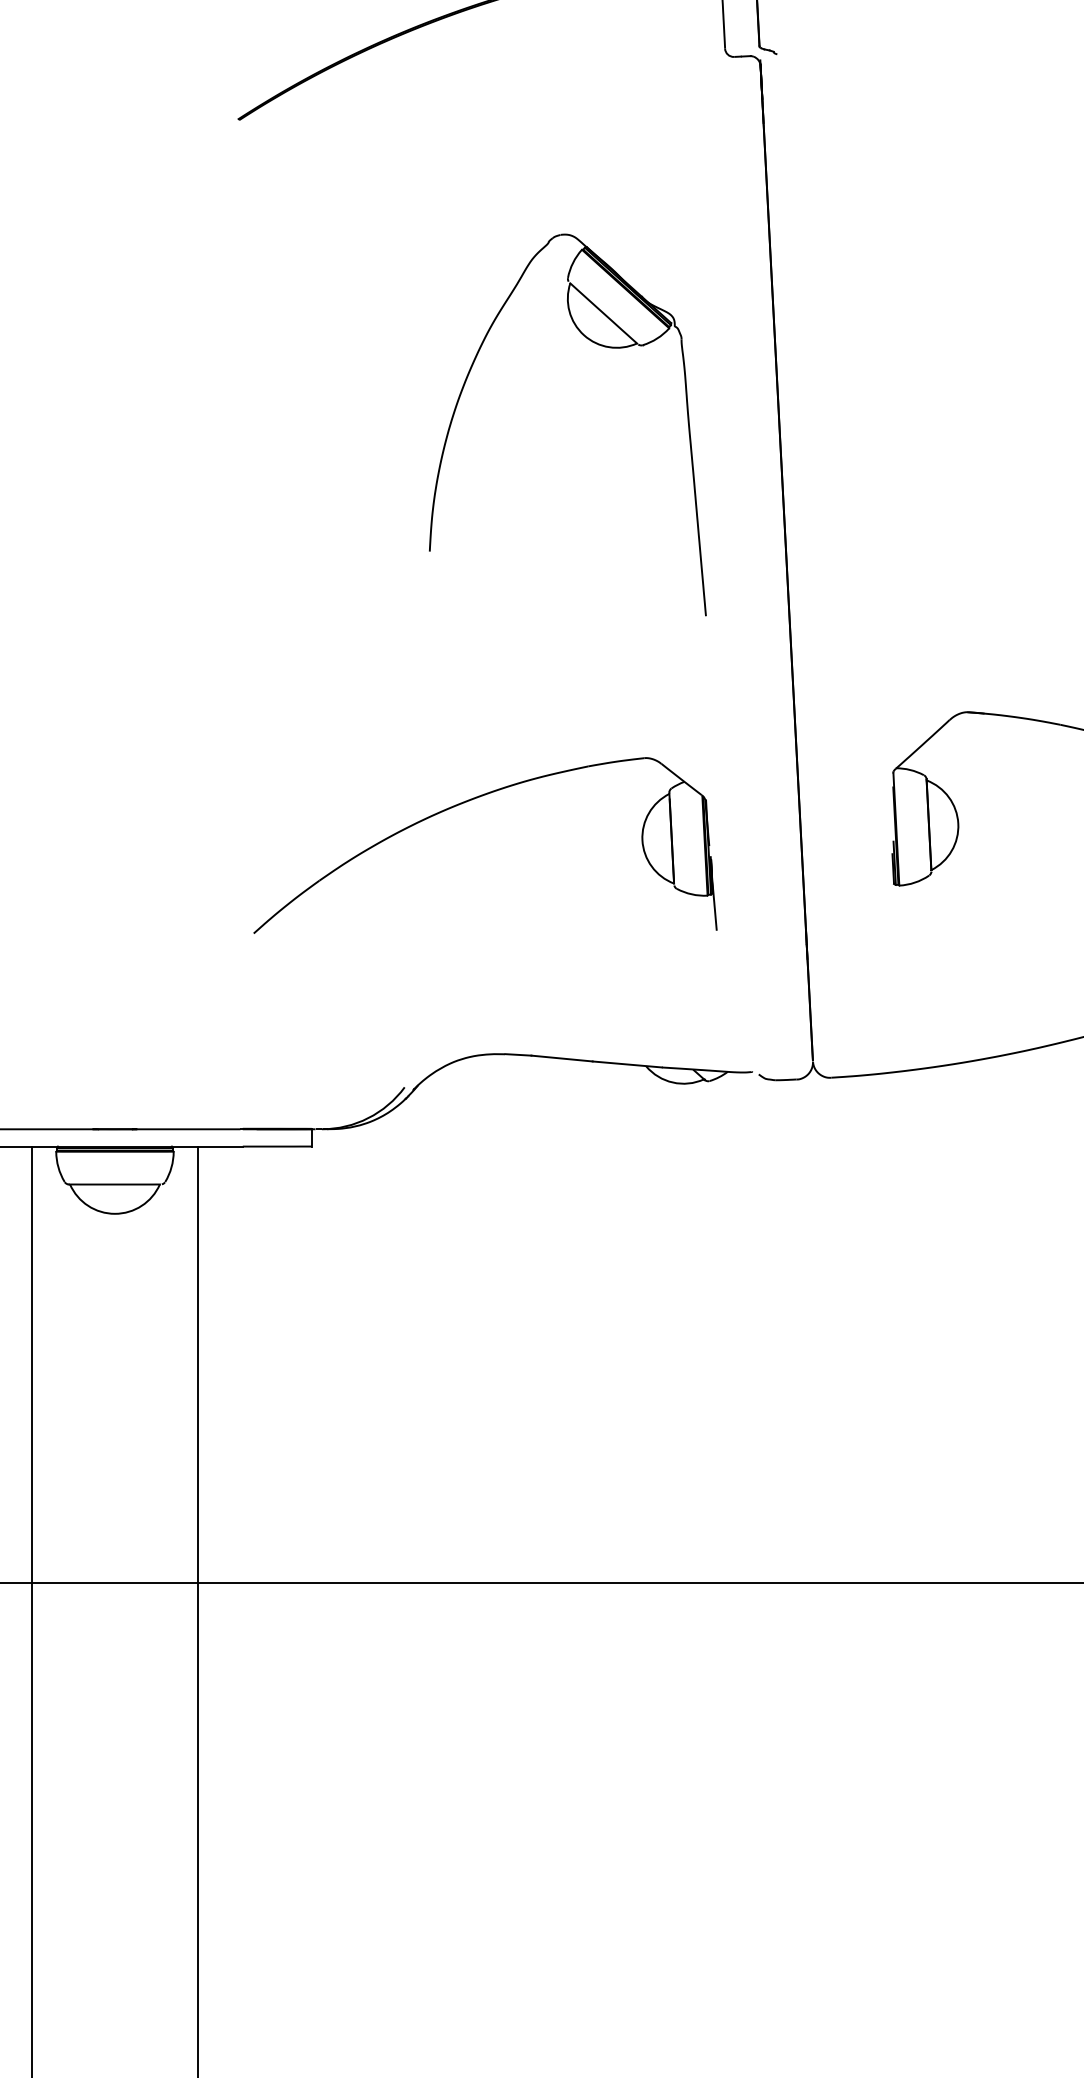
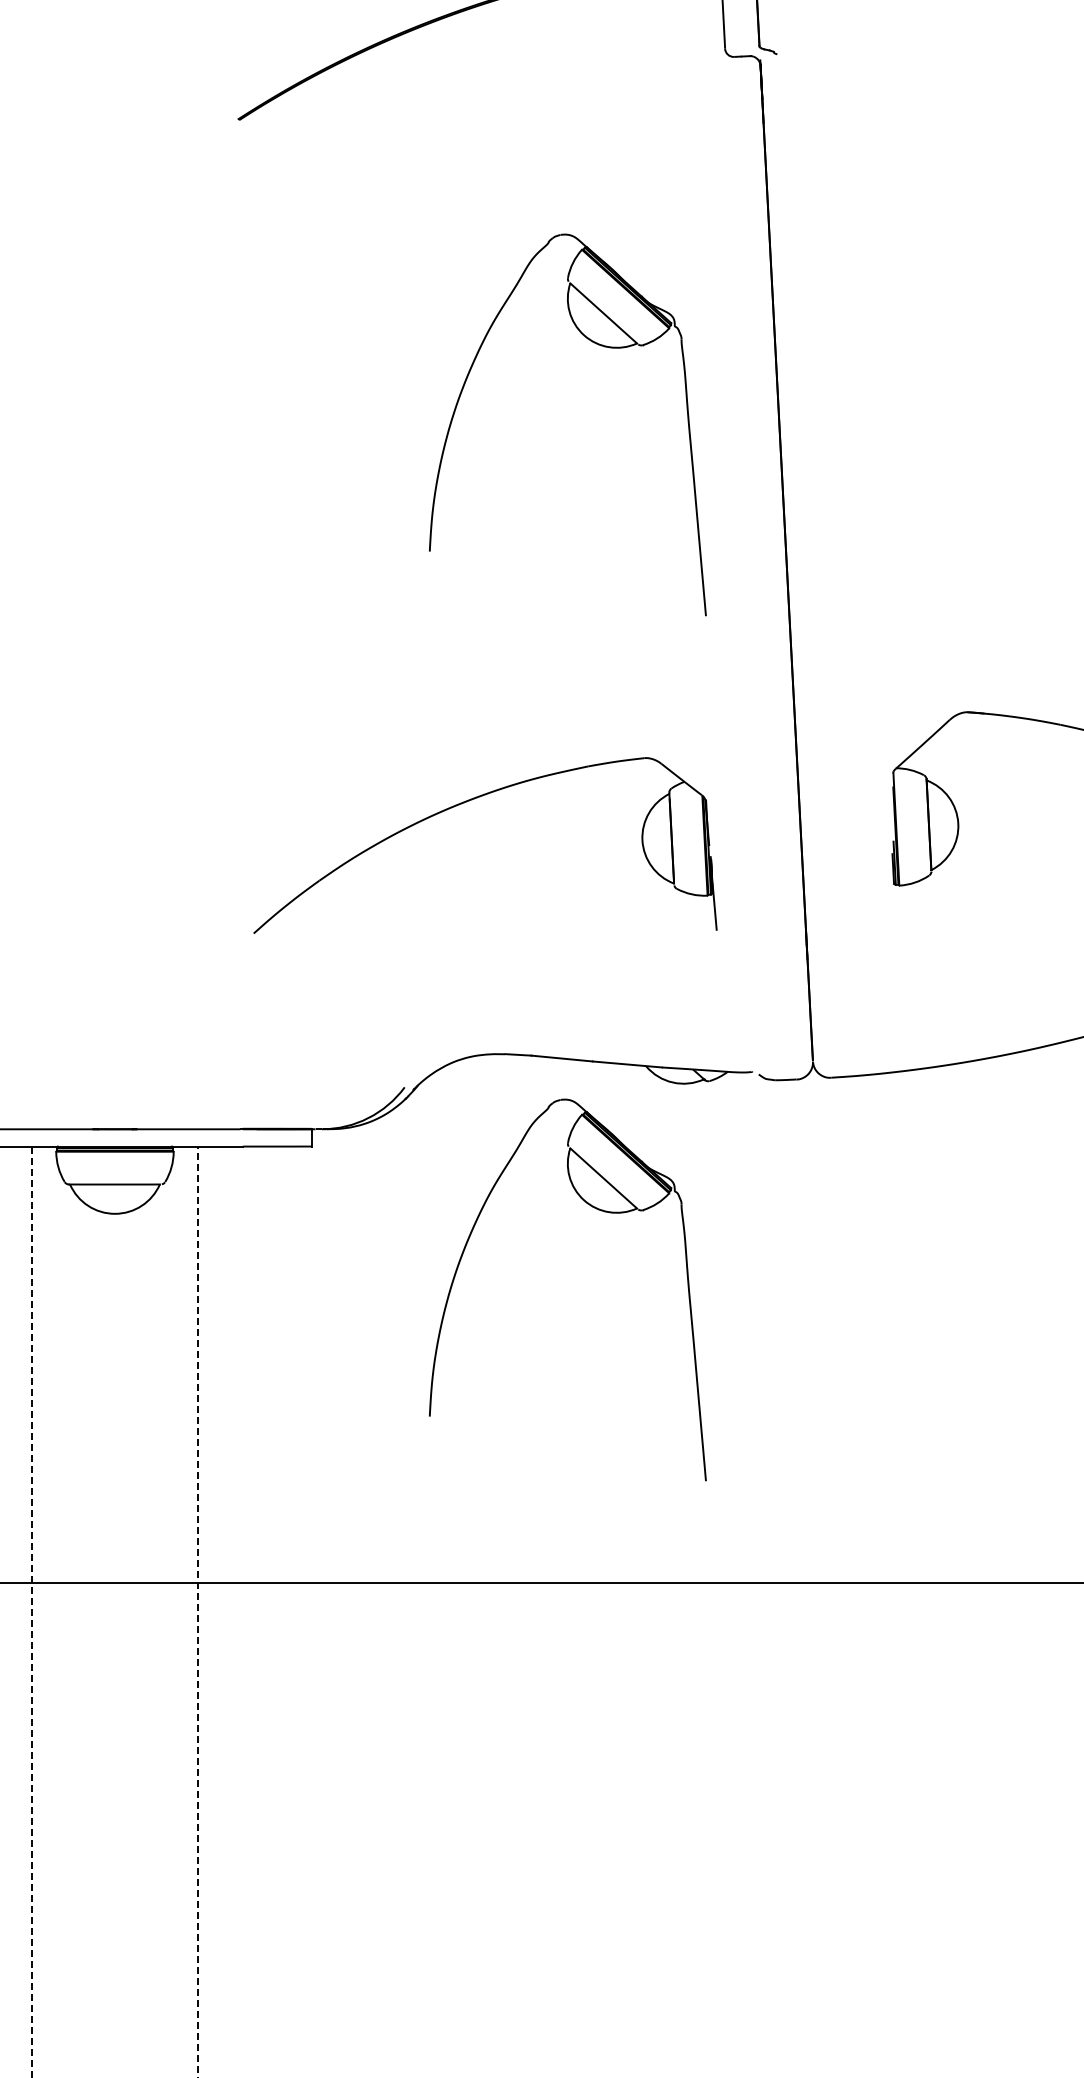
part at (598, 1210): none -> present
line at (198, 1611): solid -> dashed
line at (31, 1612): solid -> dashed
